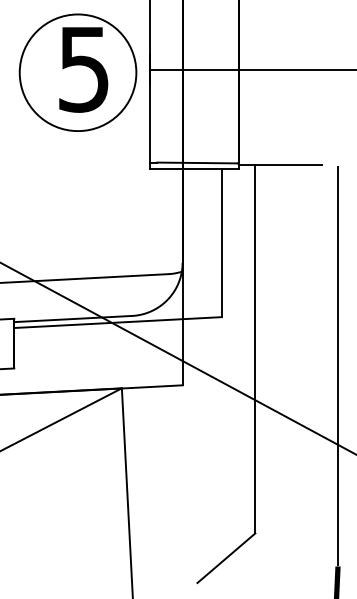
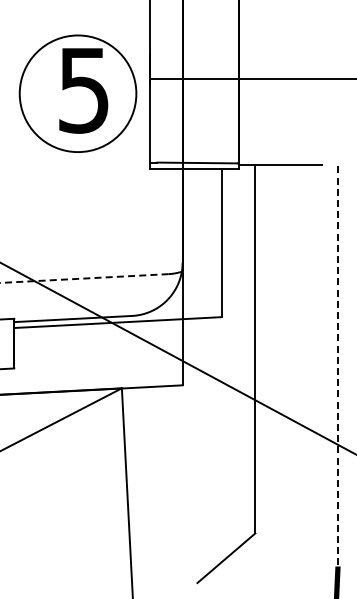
line at (251, 70) position: (251, 70) -> (251, 79)
part at (77, 72) position: (77, 72) -> (77, 93)
line at (84, 278): solid -> dashed
line at (338, 366): solid -> dashed
